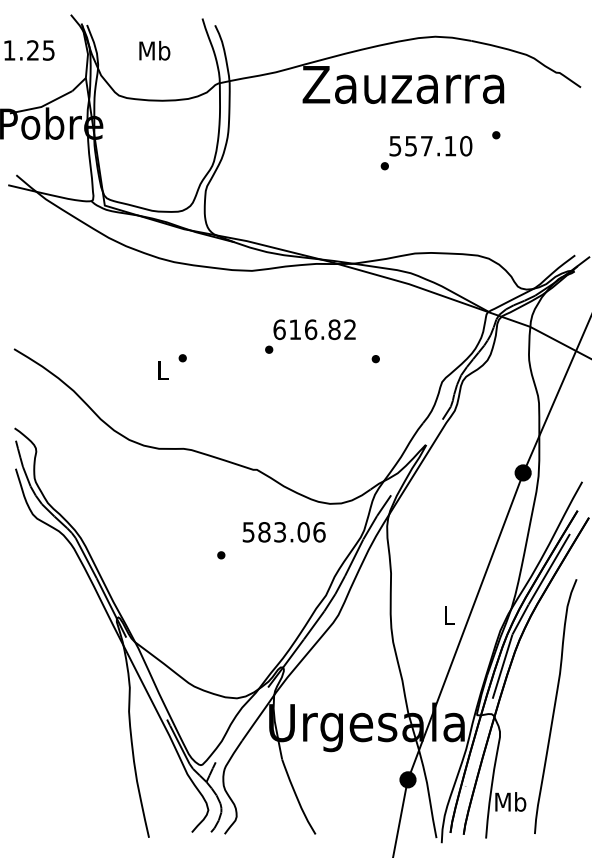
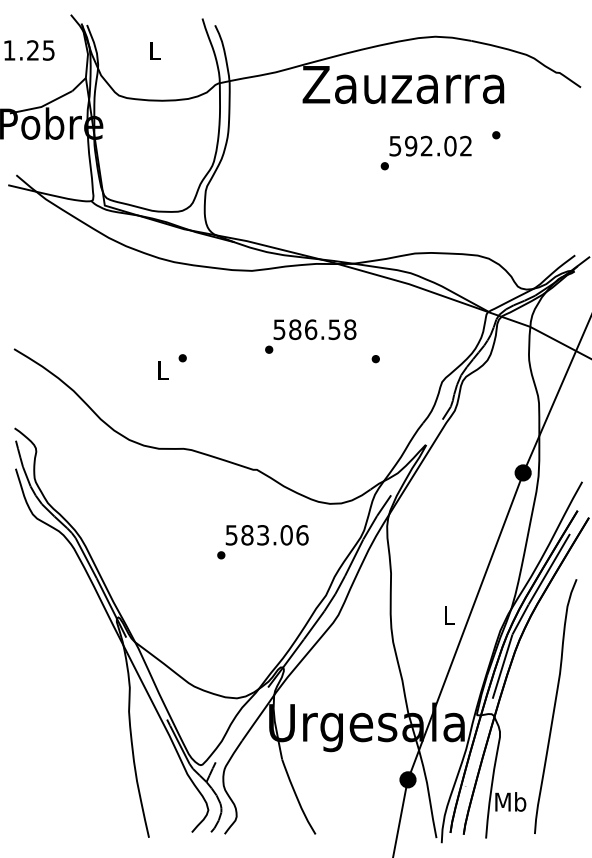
text at (154, 50): Mb -> L
text at (438, 145): 557.10 -> 592.02
text at (314, 329): 616.82 -> 586.58
text at (283, 532) position: (283, 532) -> (266, 535)
